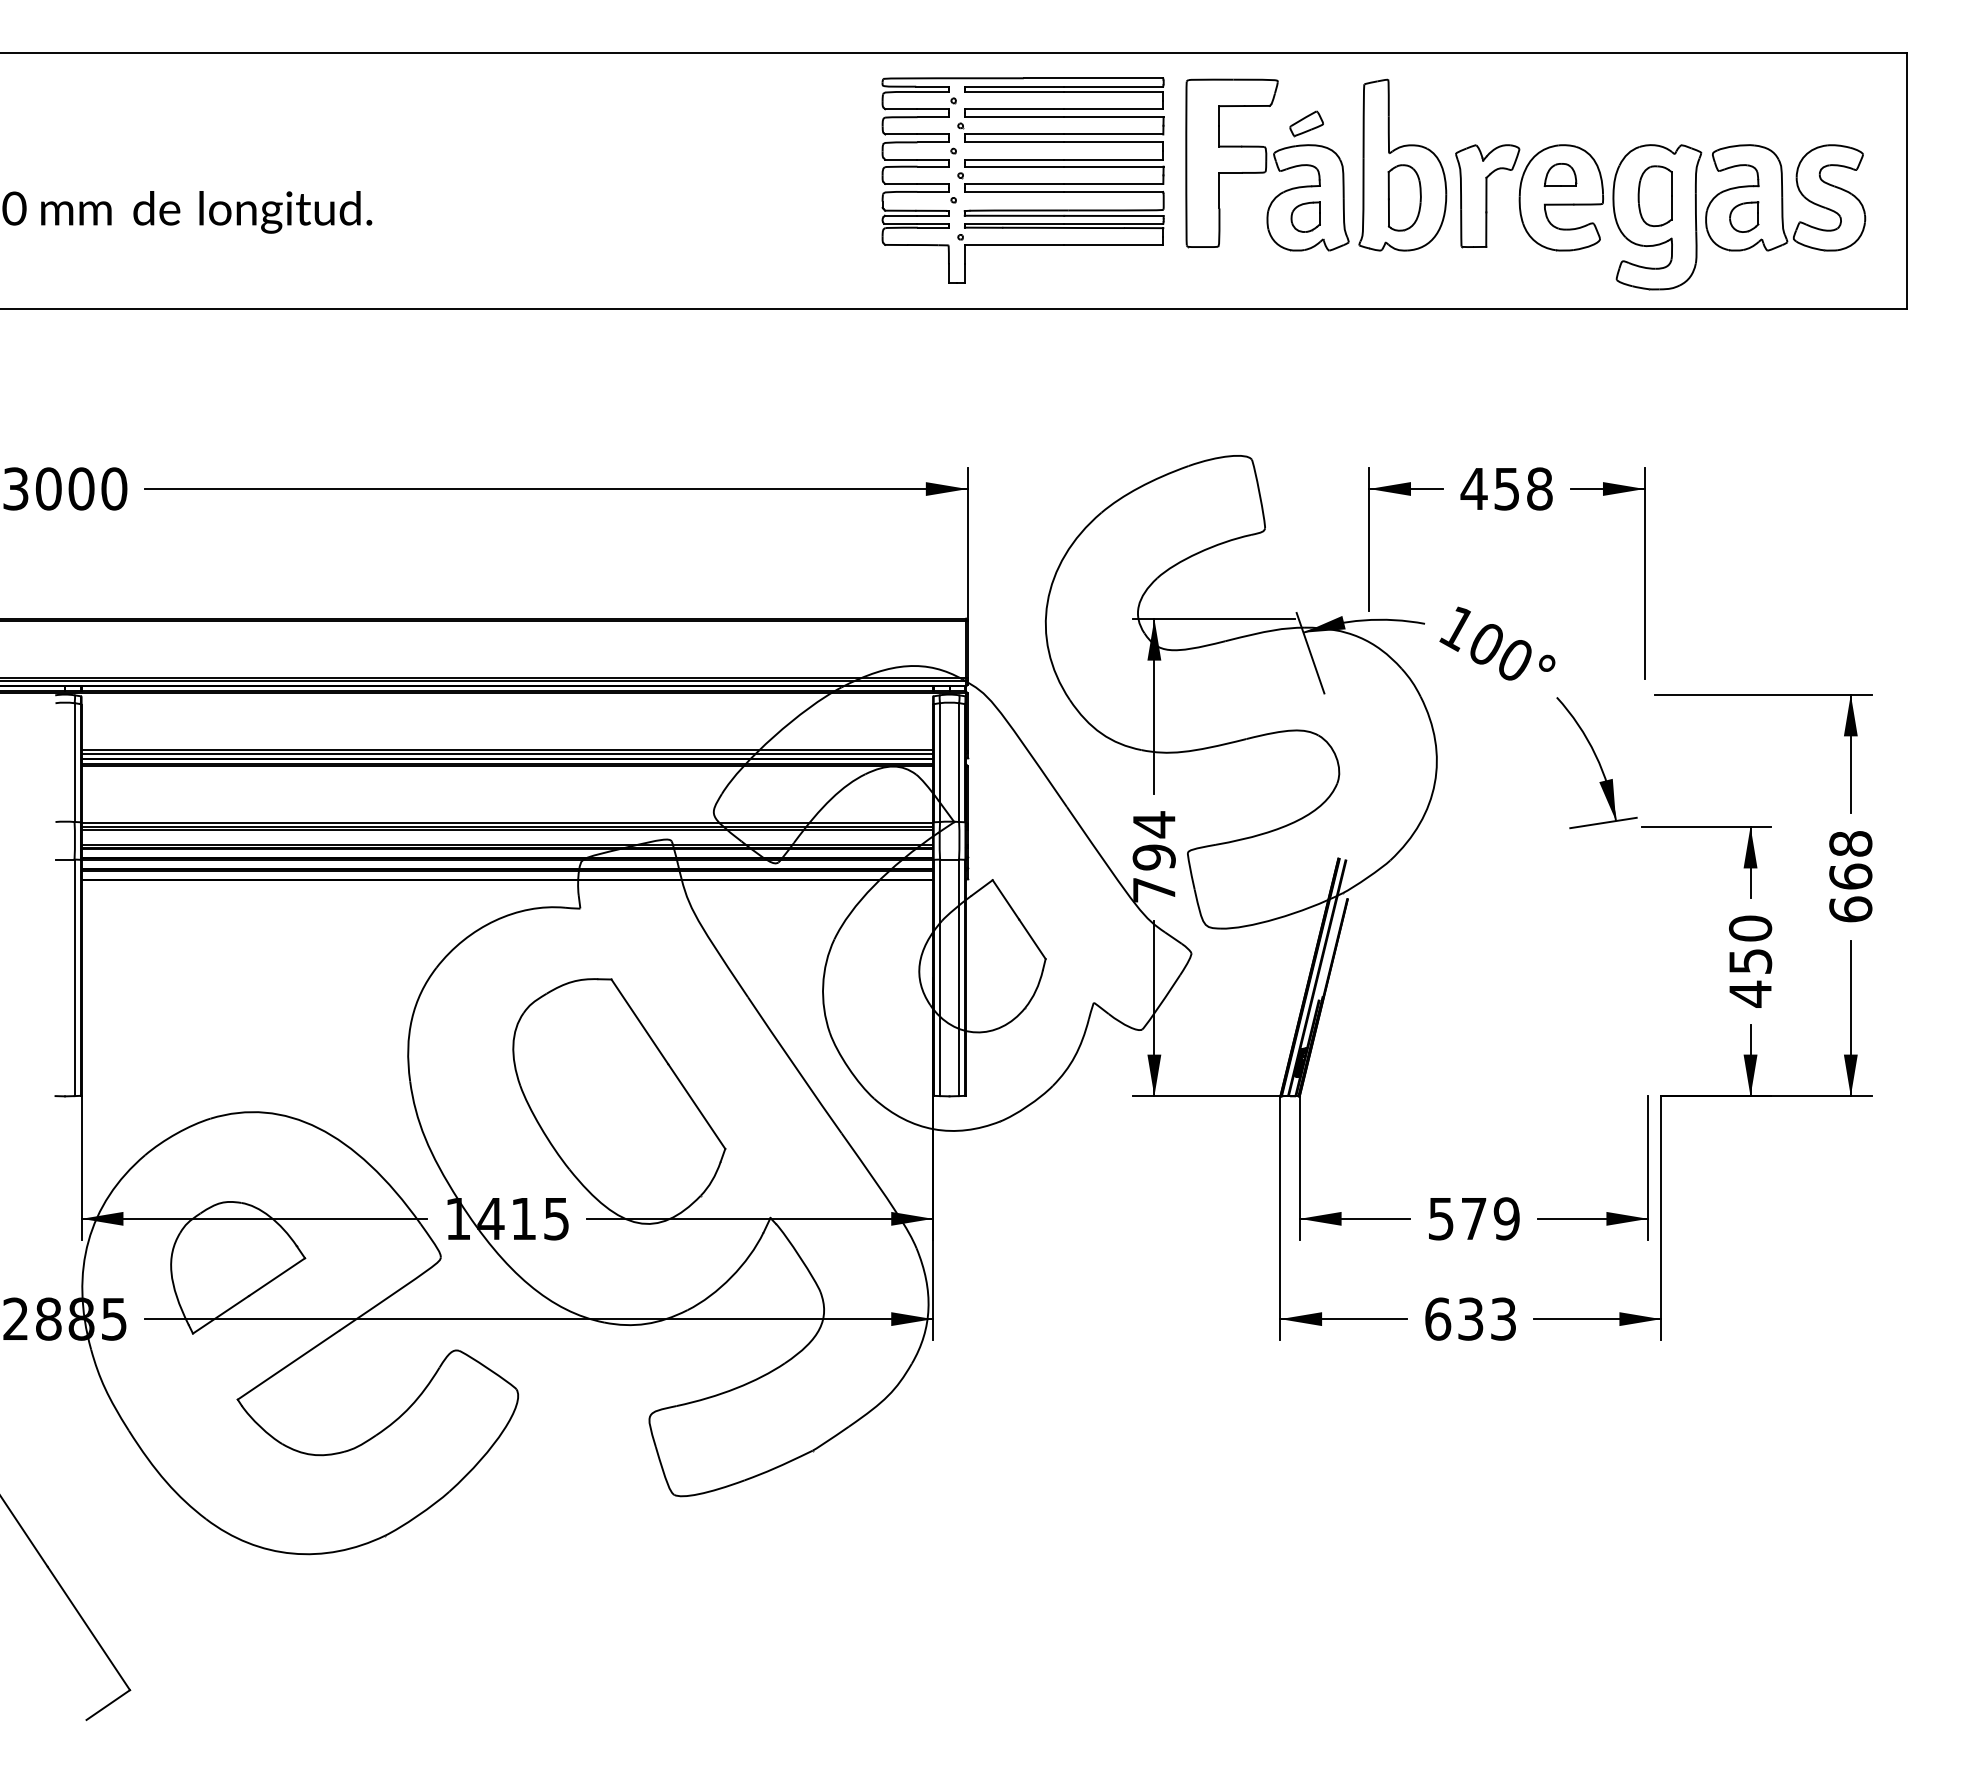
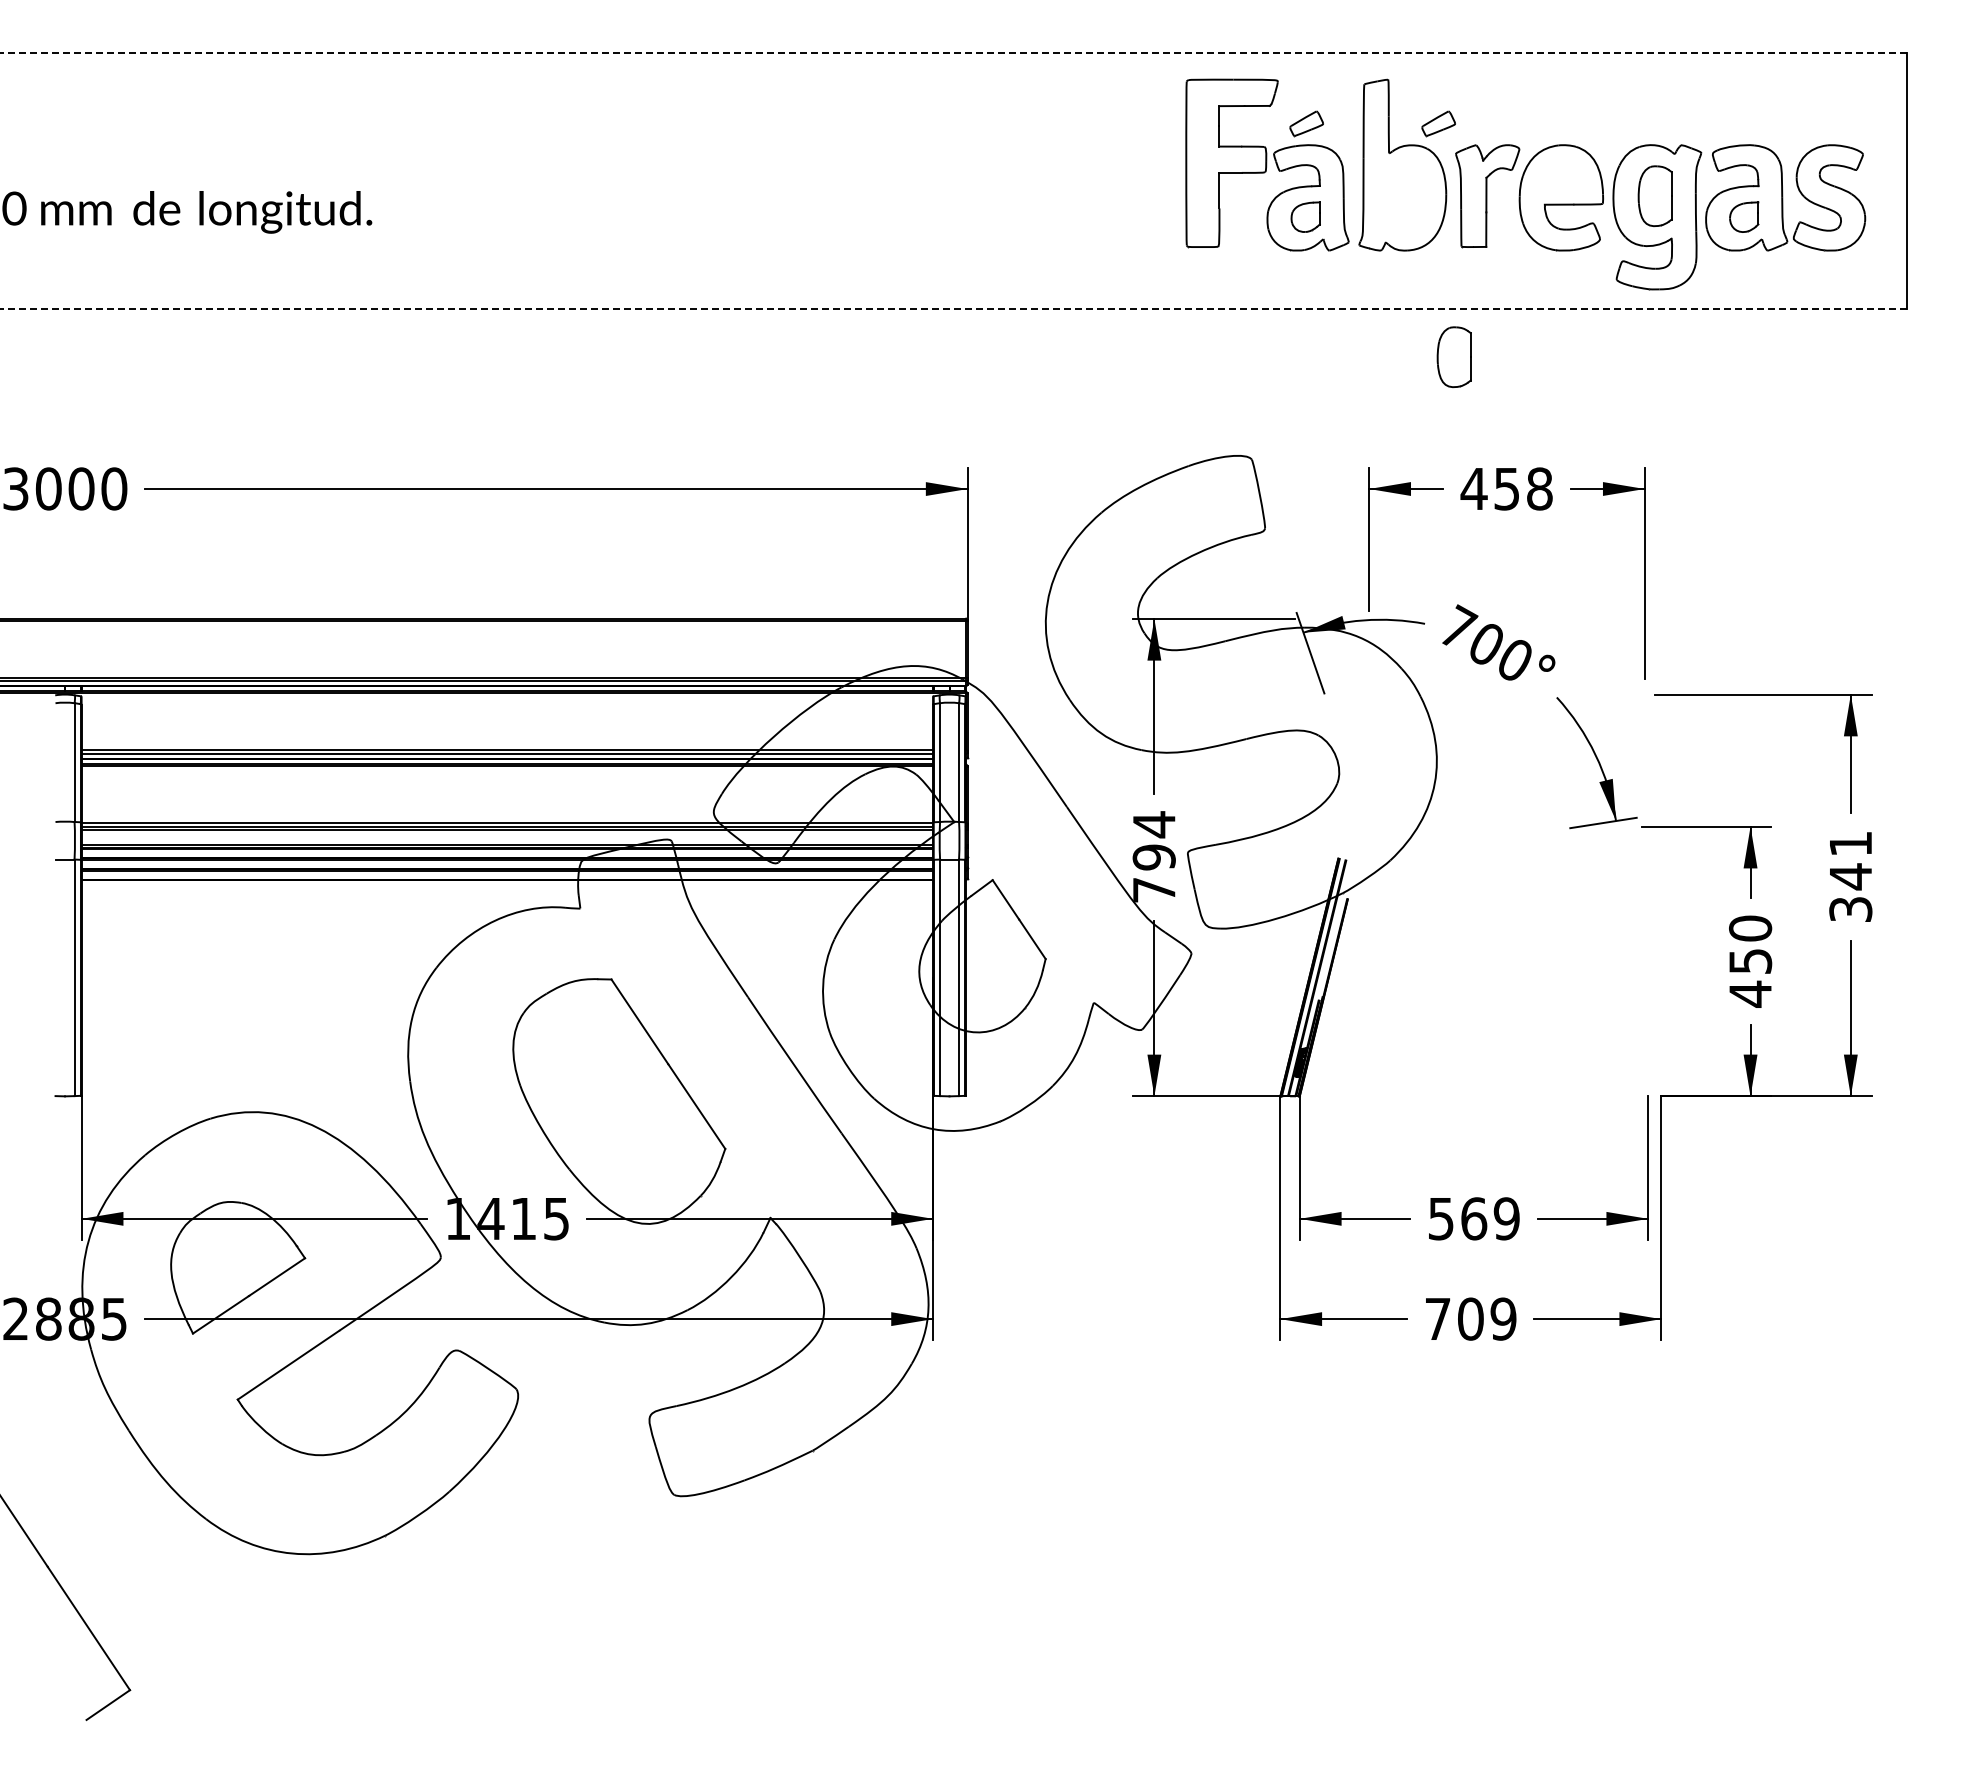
line at (954, 52): solid -> dashed
part at (1438, 123): none -> present
part at (1560, 174): present -> none
part at (1022, 180): present -> none
part at (1404, 197): present -> none
line at (953, 308): solid -> dashed
part at (1453, 356): none -> present
text at (1458, 627): 100° -> 700°
text at (1850, 876): 668 -> 341
text at (1474, 1218): 579 -> 569
text at (1470, 1318): 633 -> 709
